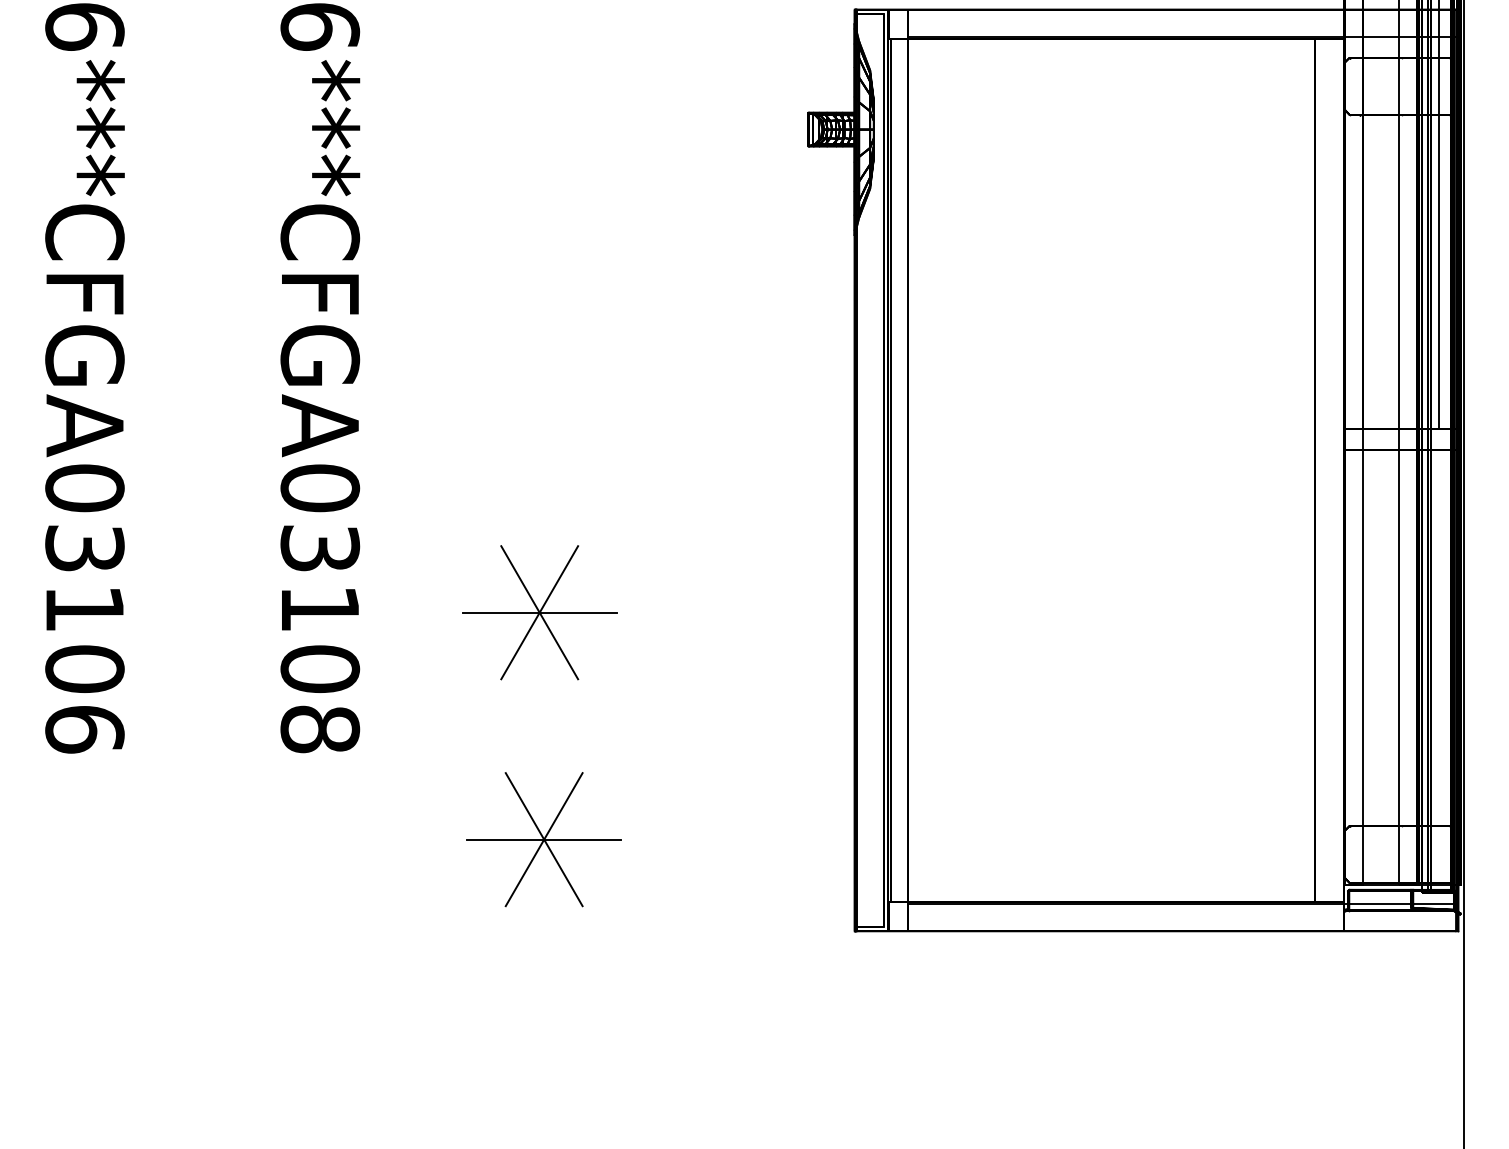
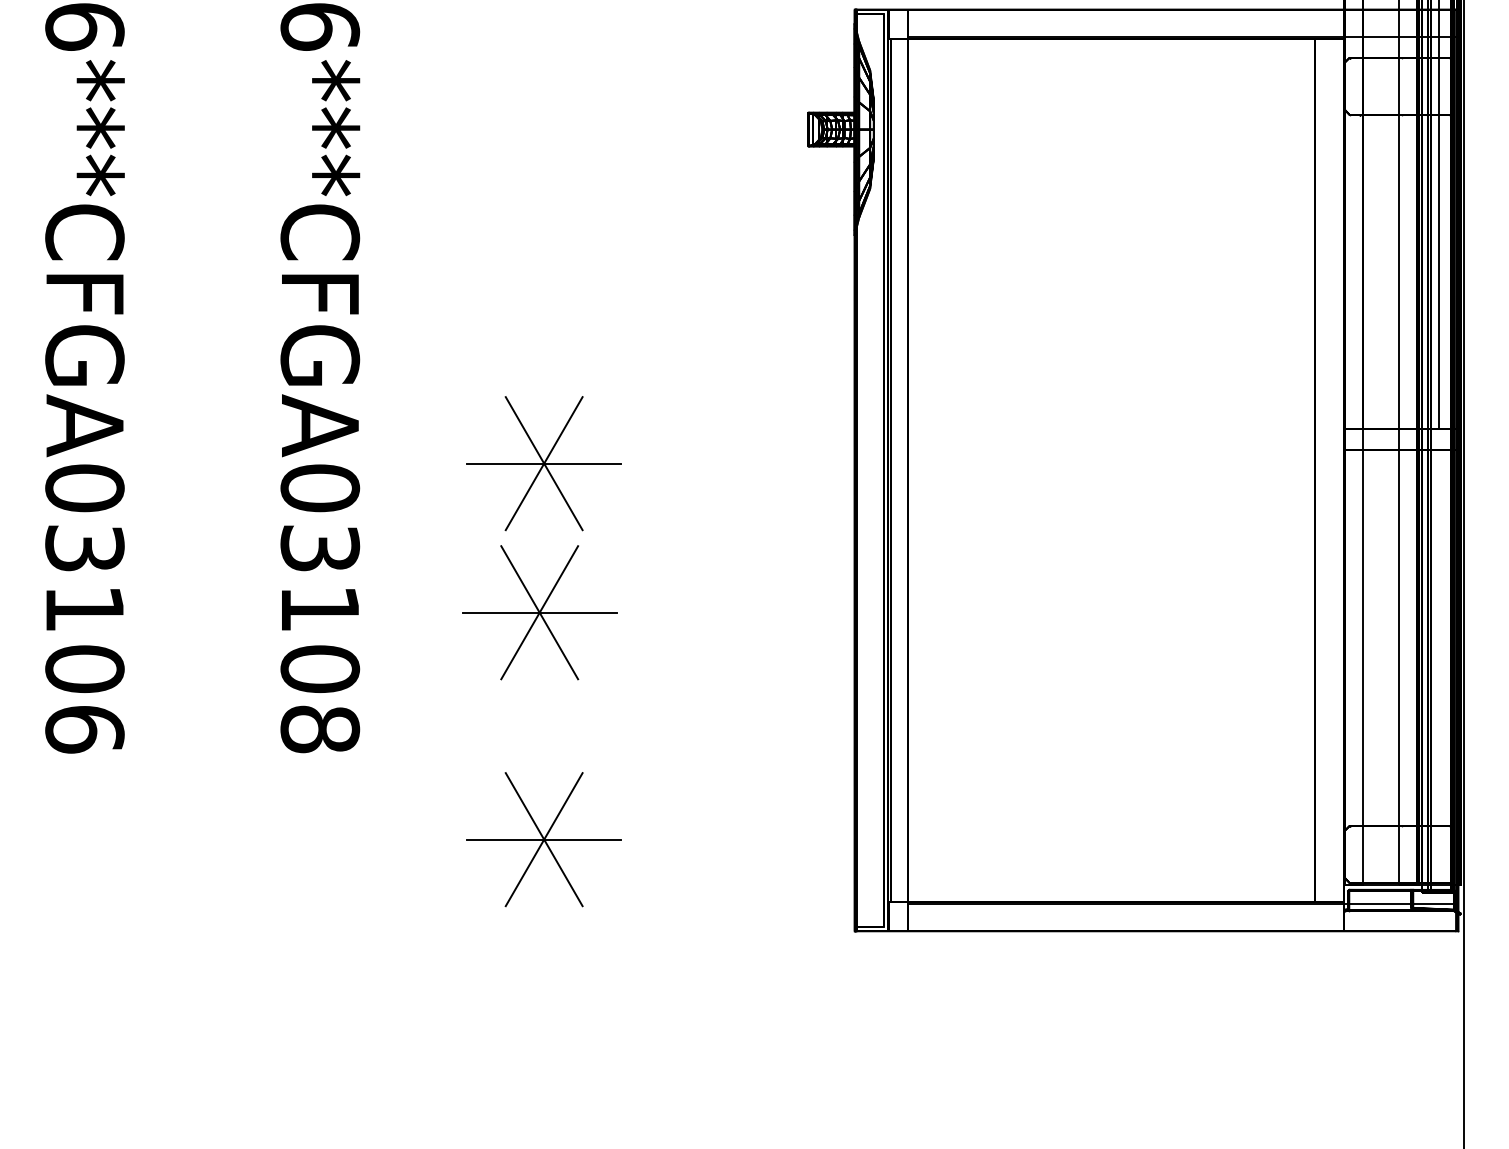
part at (543, 463): none -> present
